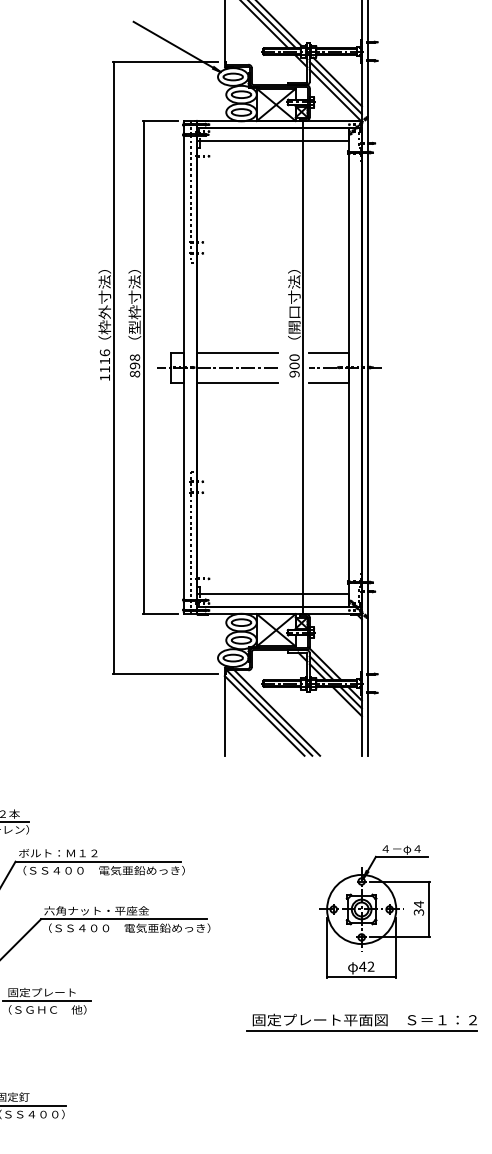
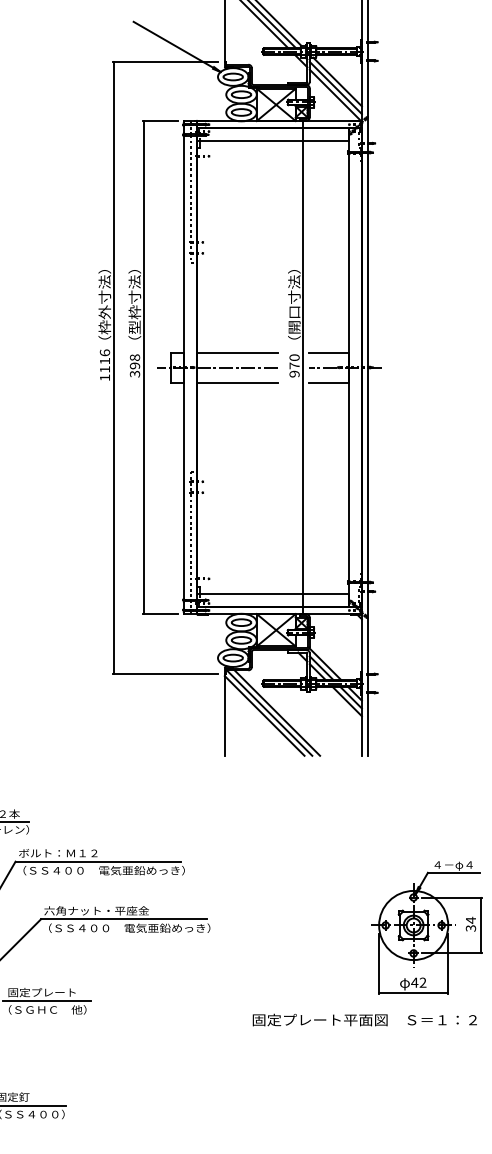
text at (294, 365): 900 -> 970
text at (134, 373): 898 -> 398
part at (374, 911) position: (374, 911) -> (426, 927)
line at (361, 1031): present -> none
